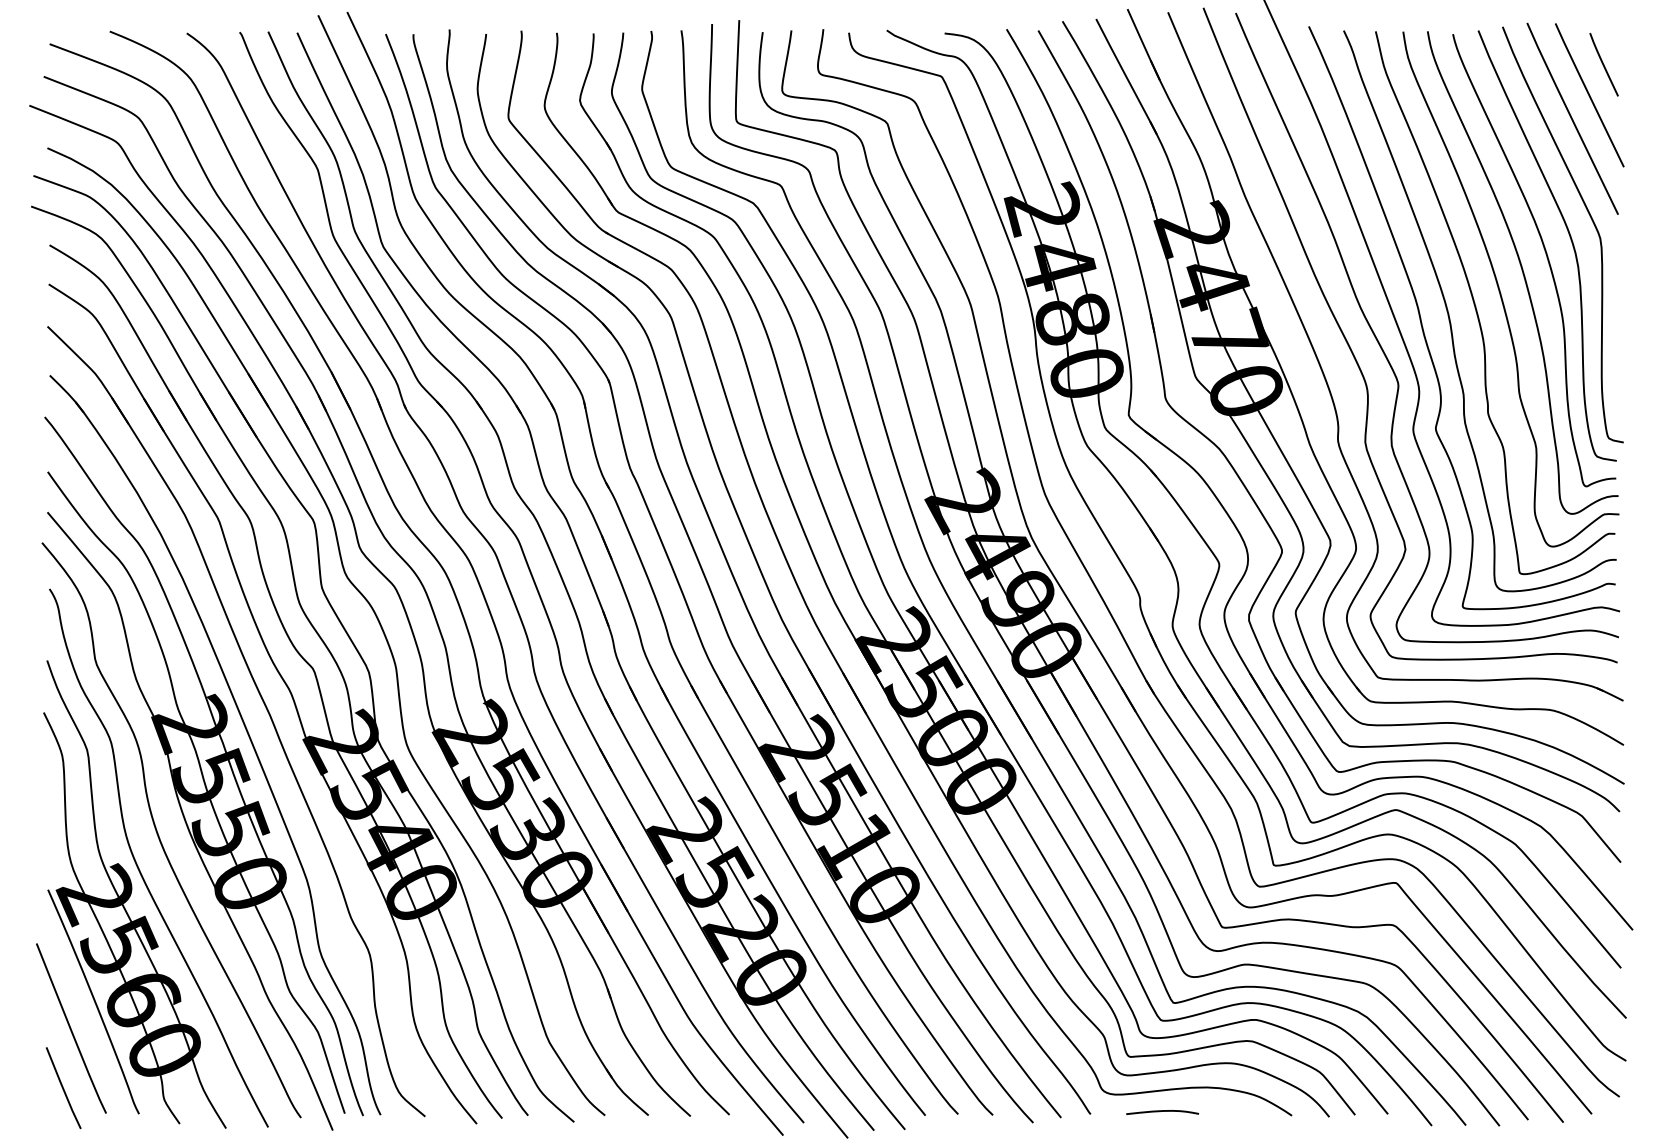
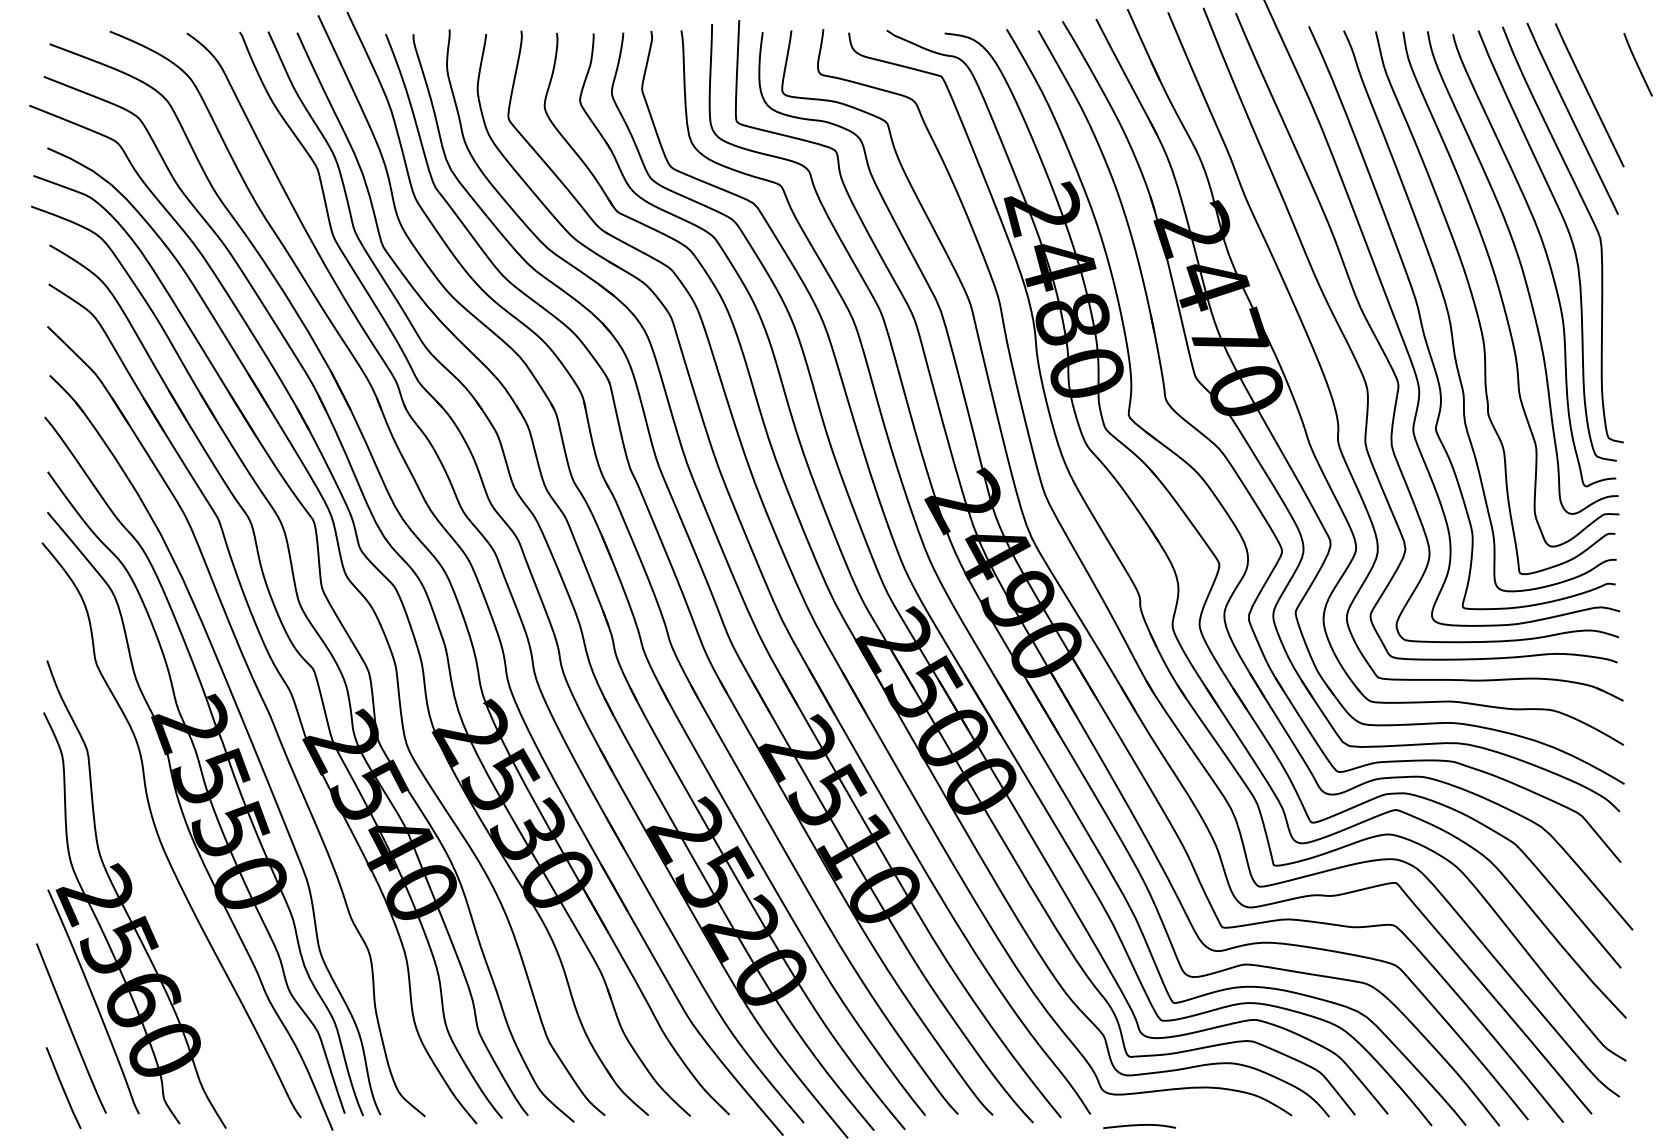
line at (1603, 64) position: (1603, 64) -> (1637, 64)
curve at (138, 865): present -> none
curve at (1162, 1111) position: (1162, 1111) -> (1139, 1125)
